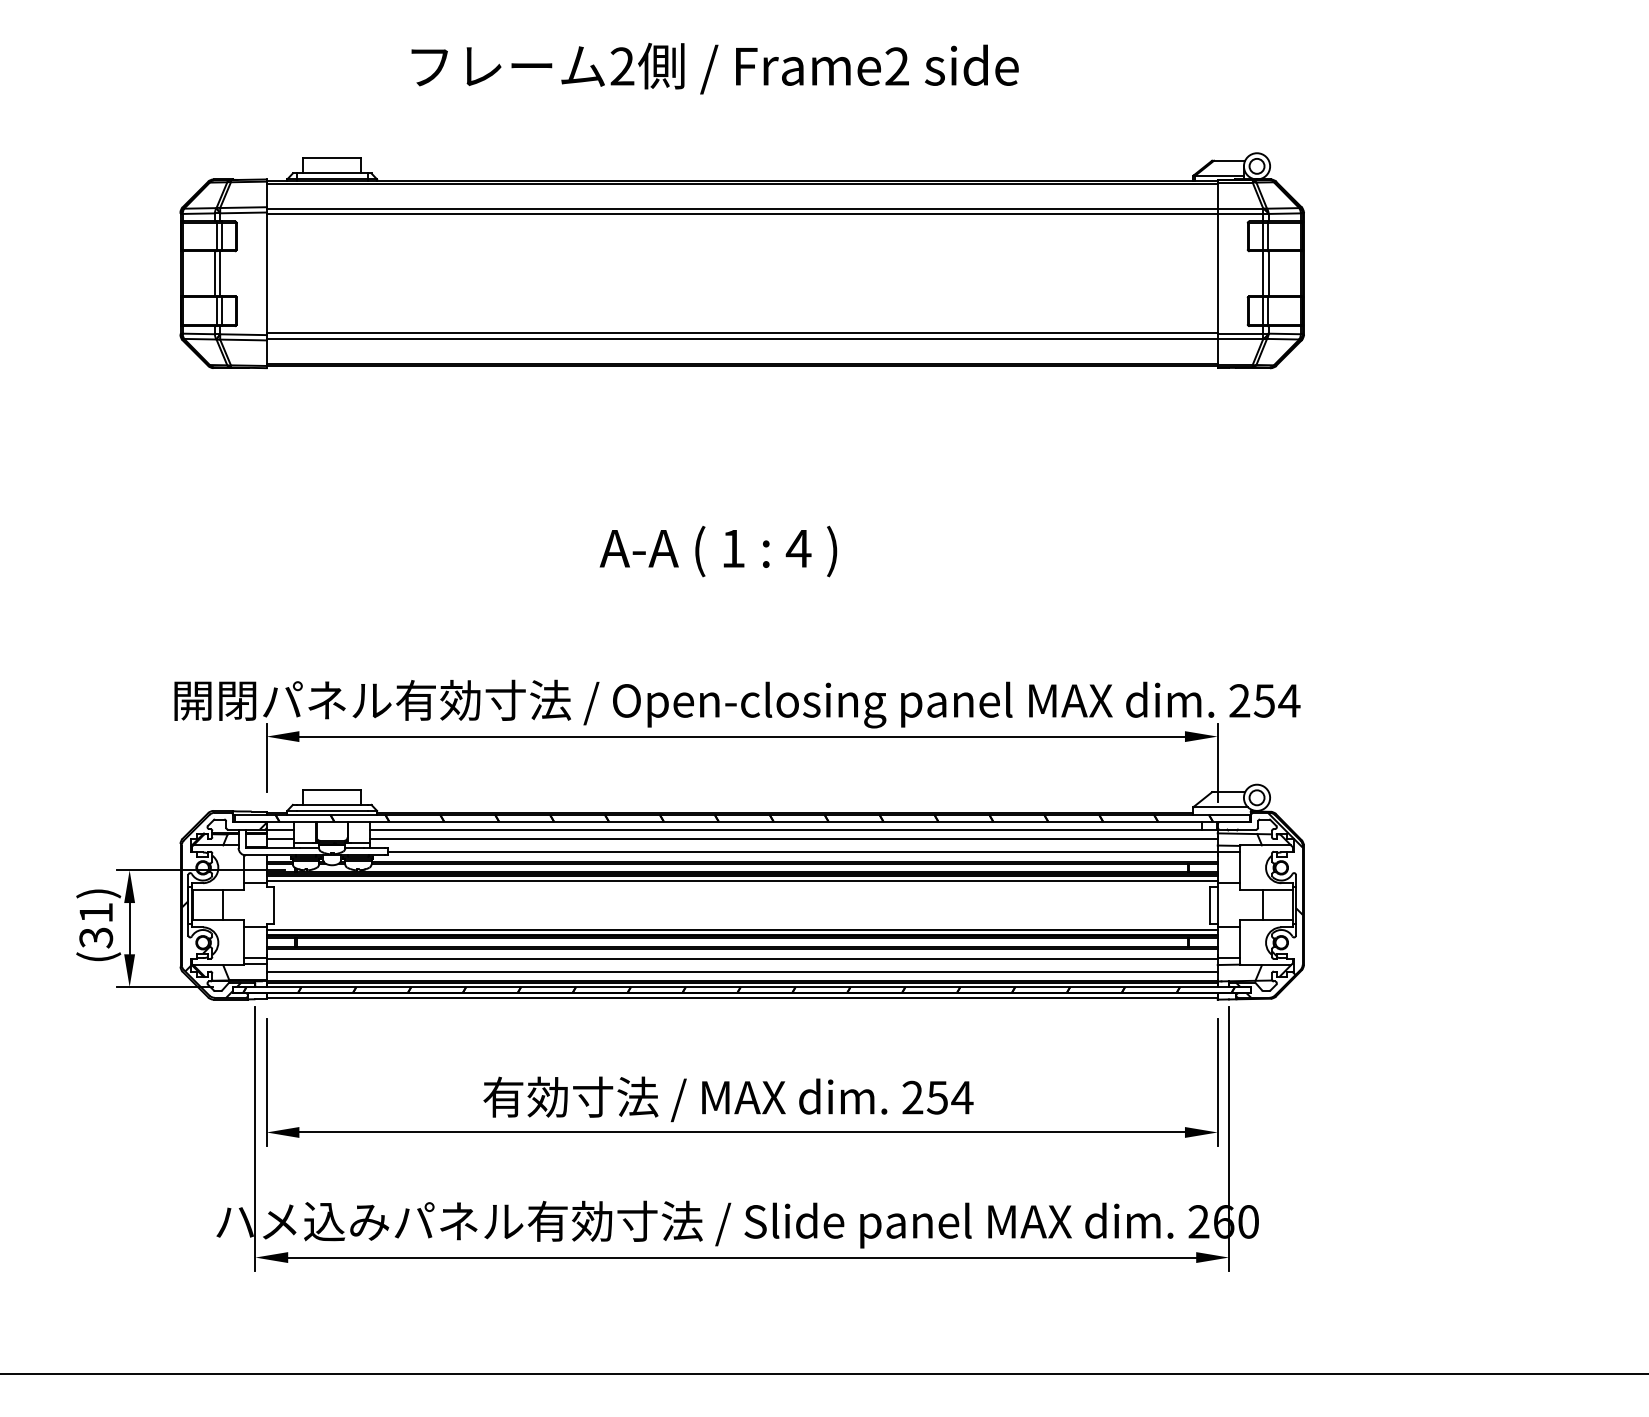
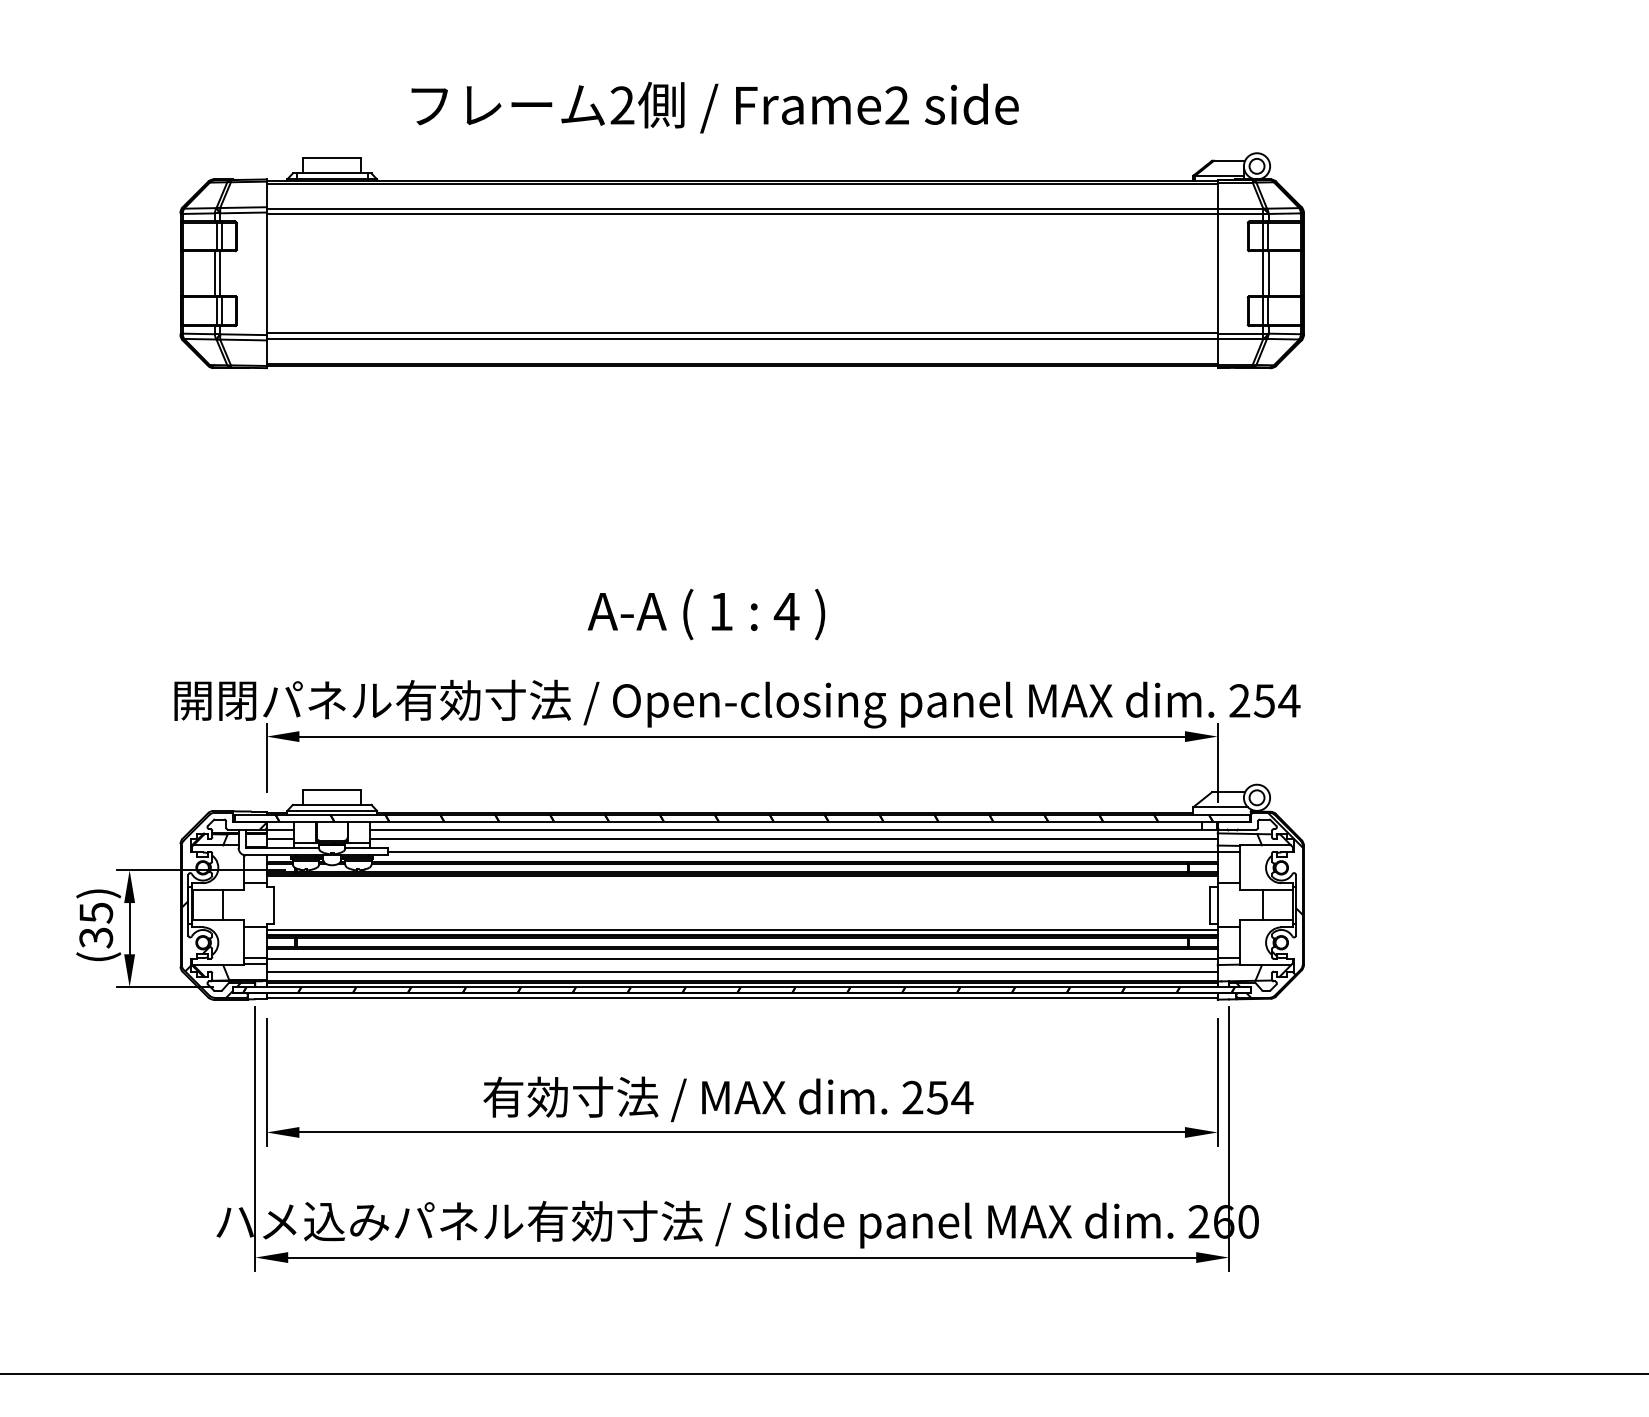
text at (714, 68) position: (714, 68) -> (714, 107)
text at (718, 551) position: (718, 551) -> (706, 614)
line at (741, 880): present -> none
text at (96, 913): (31) -> (35)
